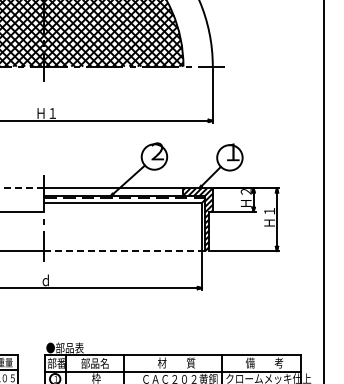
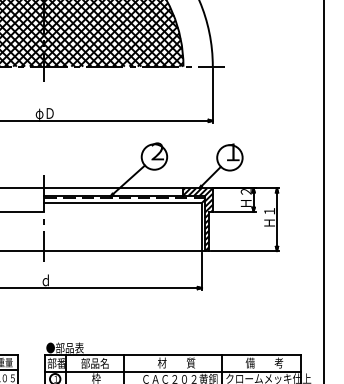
text at (45, 113): Ｈ１ -> φＤ
line at (22, 188): dashed -> solid
line at (127, 250): dashed -> solid
